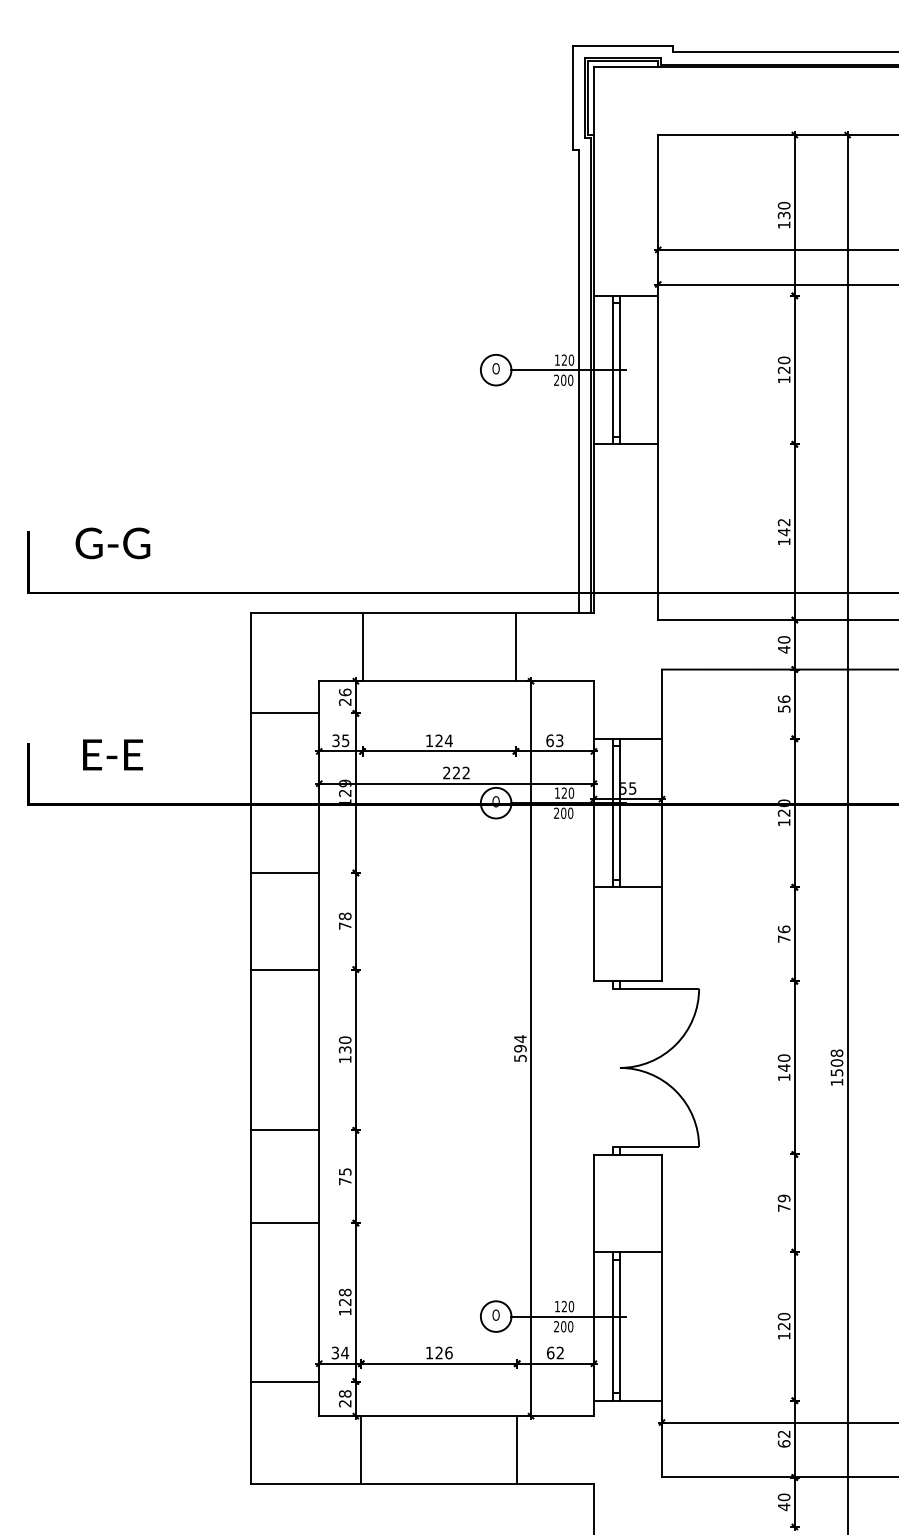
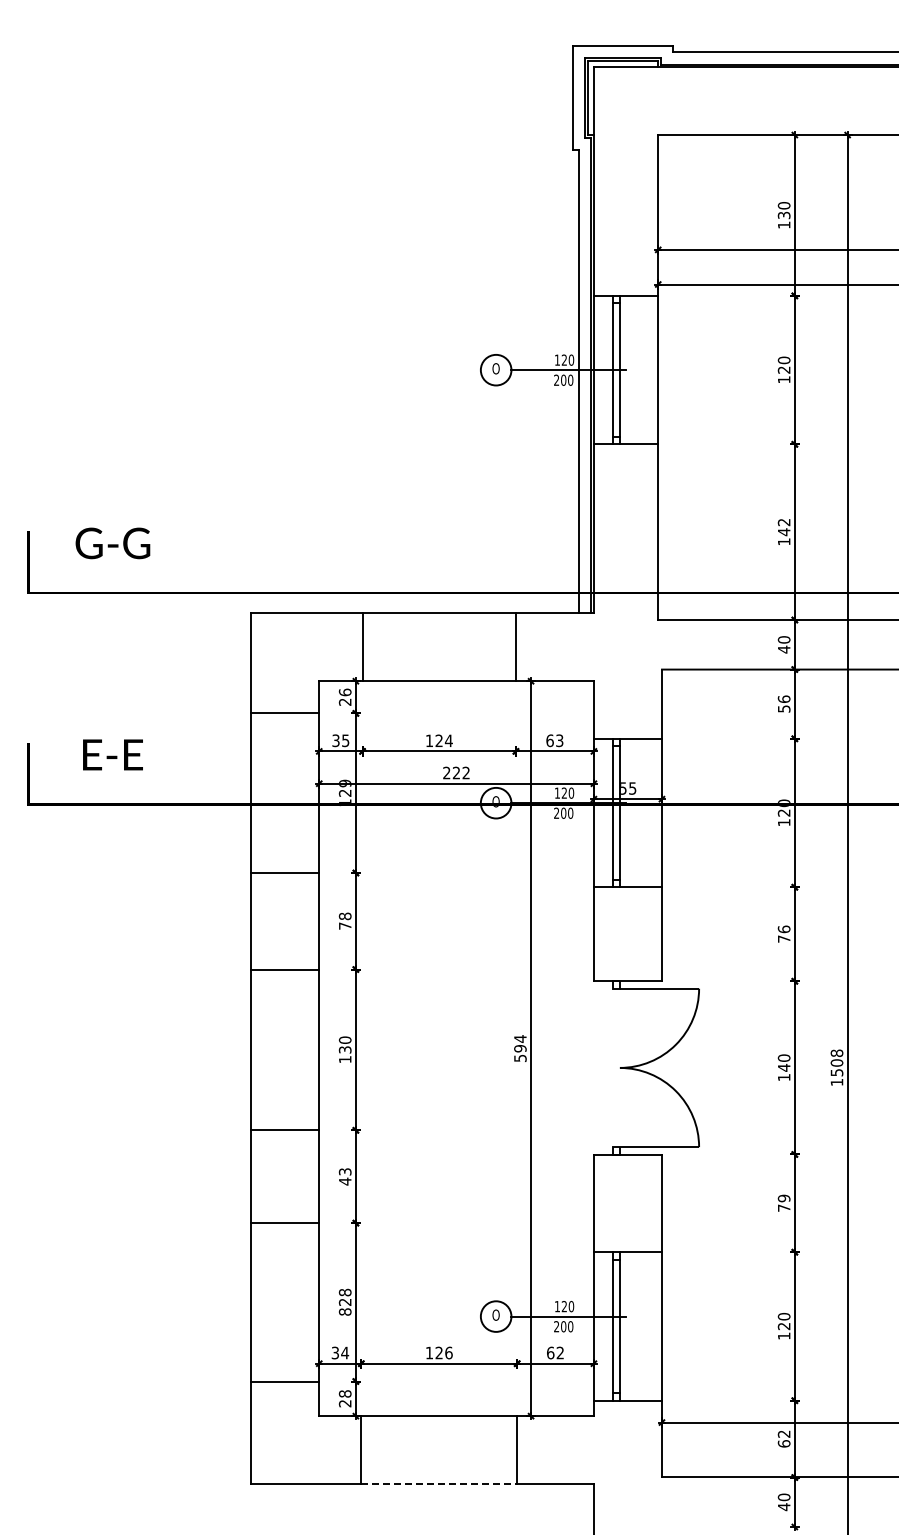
text at (344, 1176): 75 -> 43
text at (344, 1311): 128 -> 828
line at (439, 1484): solid -> dashed
